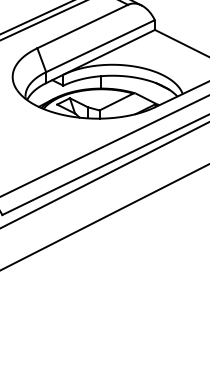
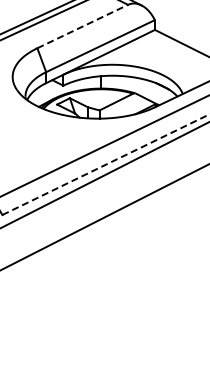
line at (83, 26): solid -> dashed
line at (106, 164): solid -> dashed
